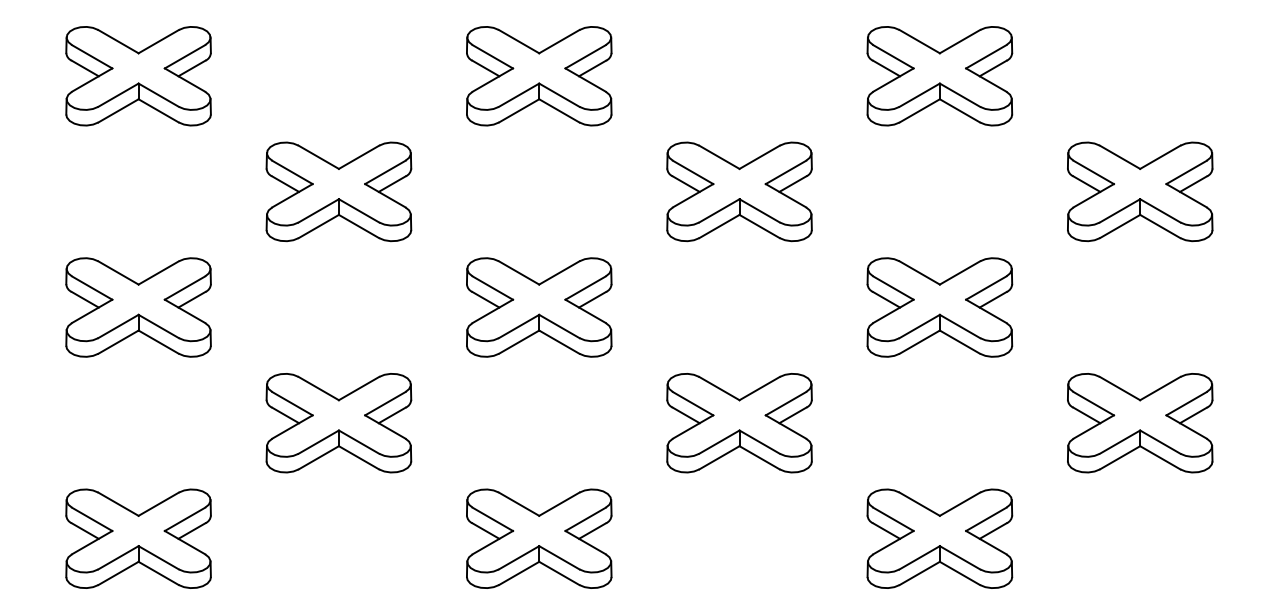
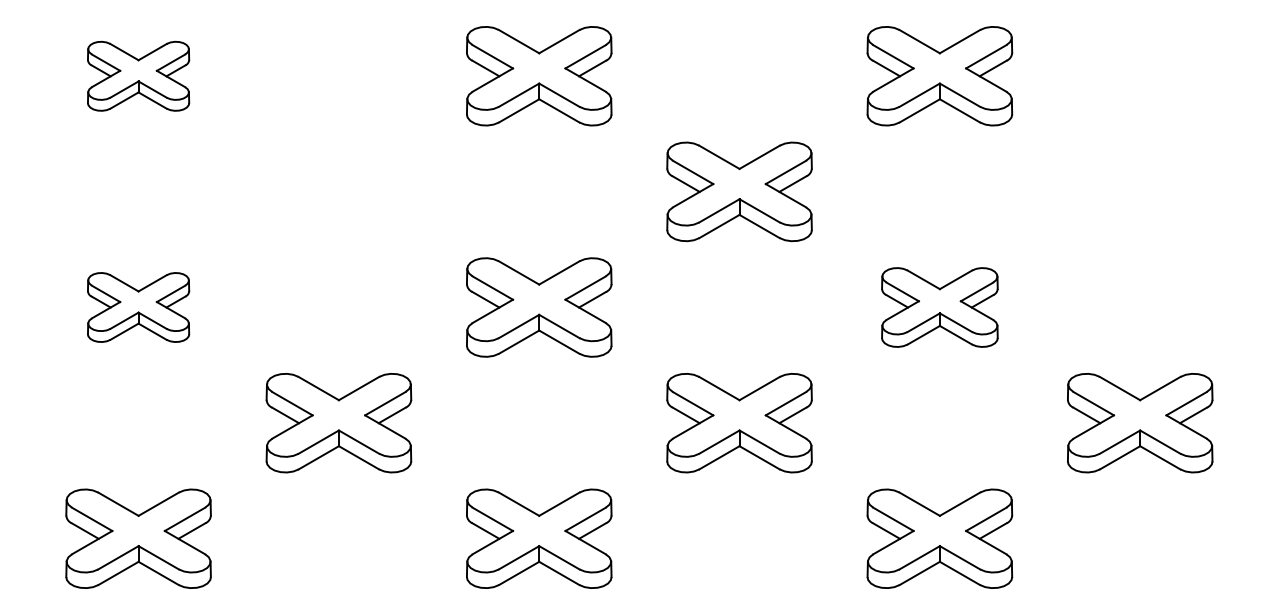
part at (138, 76) size: 147x101 px -> 104x72 px
part at (338, 191): present -> none
part at (1140, 191): present -> none
part at (138, 307) size: 147x101 px -> 104x71 px
part at (939, 307) size: 148x101 px -> 118x81 px
